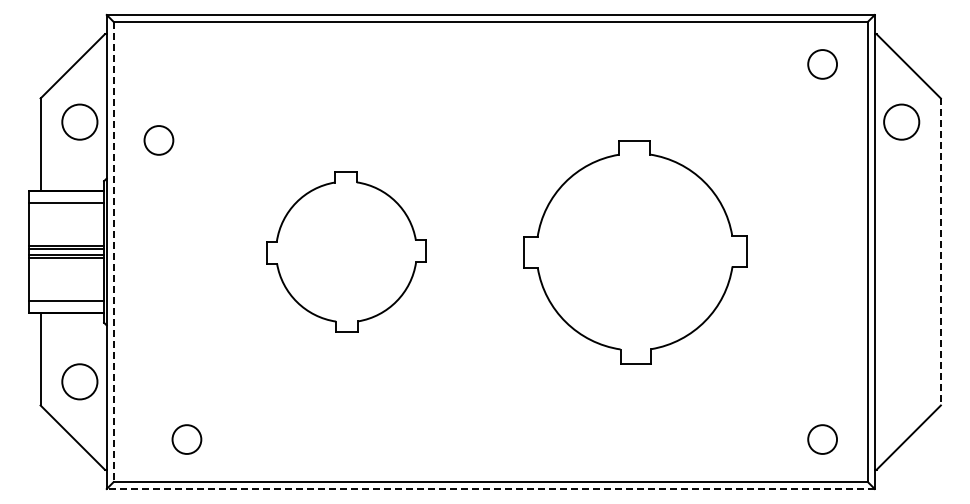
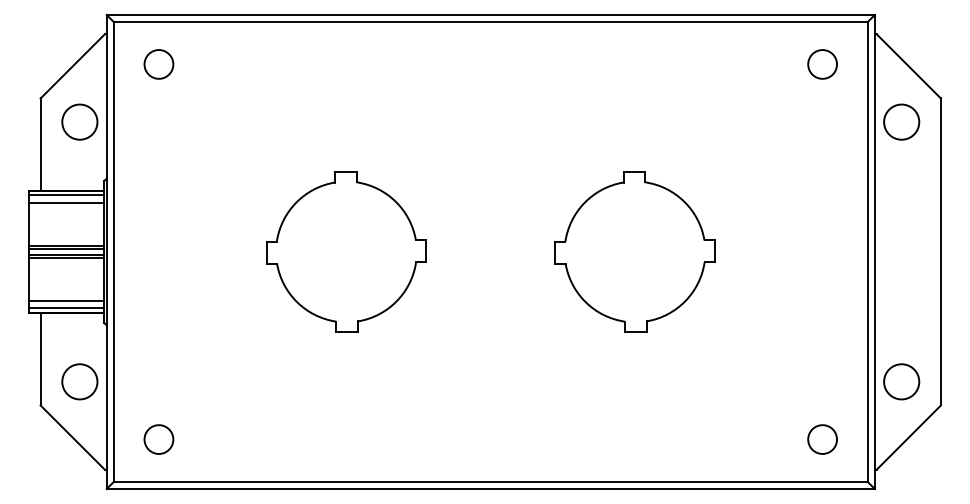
circle at (158, 140) position: (158, 140) -> (158, 64)
line at (66, 195): none -> present
line at (113, 252): dashed -> solid
part at (635, 252) size: 225x225 px -> 162x162 px
line at (940, 252): dashed -> solid
line at (66, 308): none -> present
circle at (901, 381): none -> present
circle at (186, 439) position: (186, 439) -> (158, 439)
line at (490, 489): dashed -> solid
